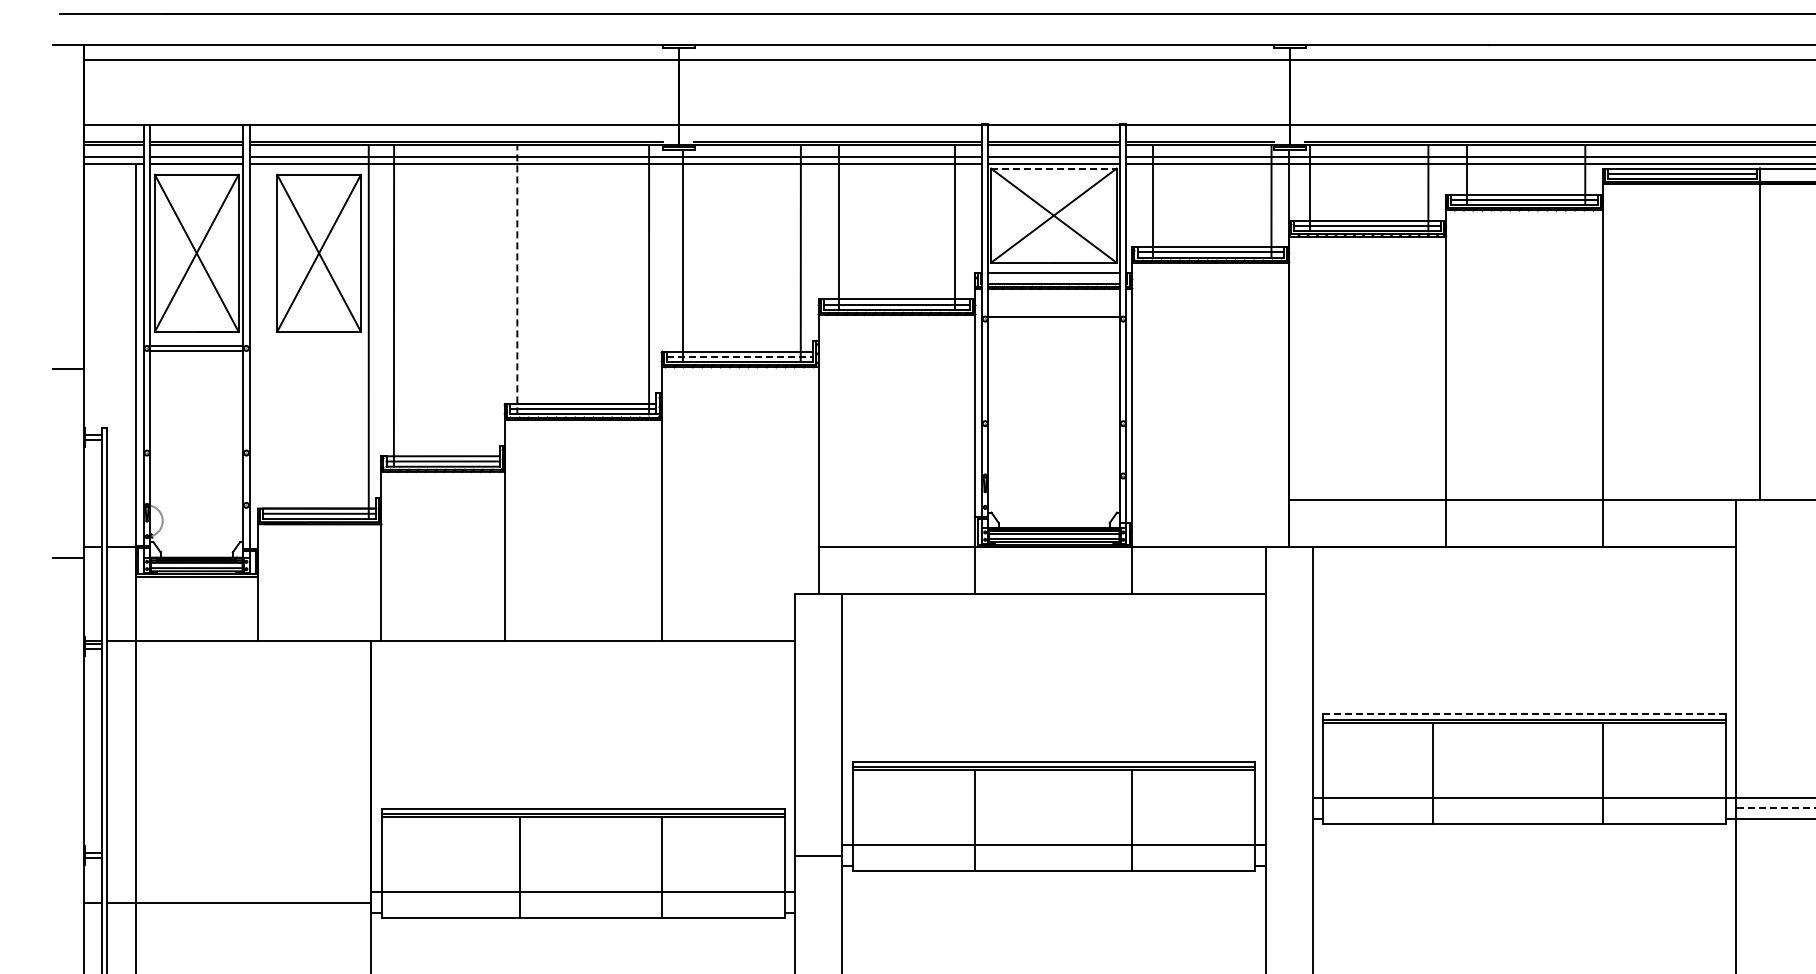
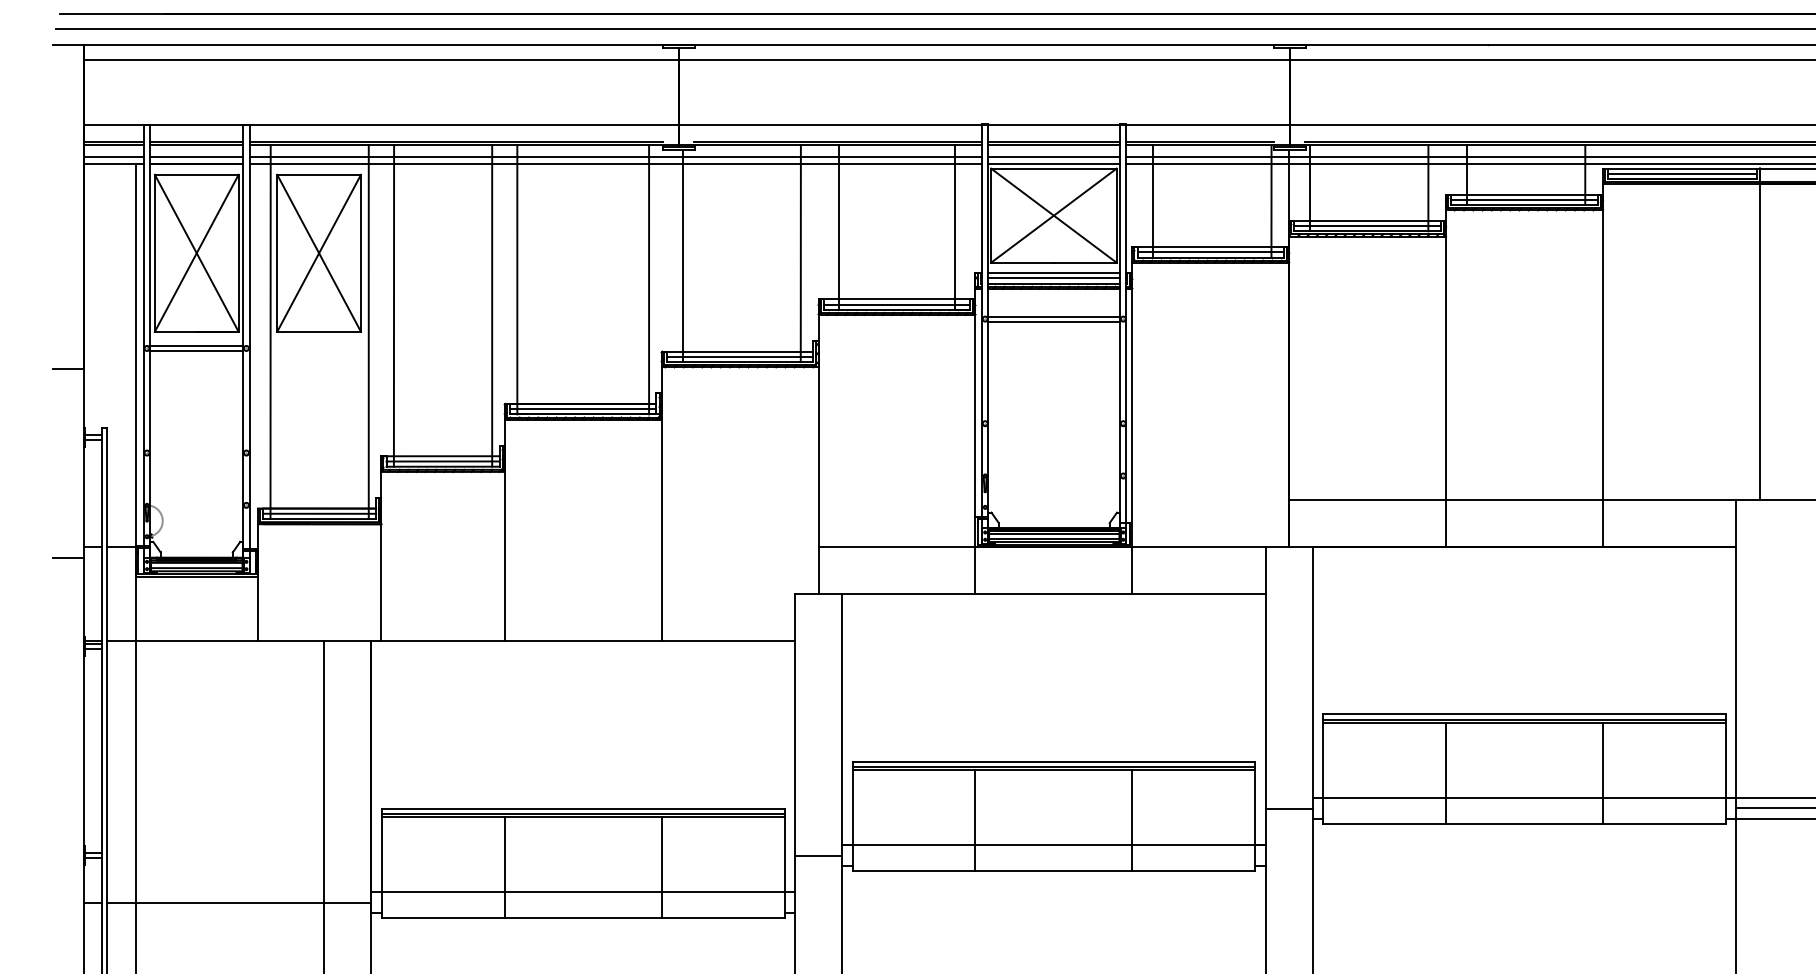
line at (934, 29): none -> present
line at (1053, 168): dashed -> solid
line at (1054, 278): none -> present
line at (517, 279): dashed -> solid
line at (492, 305): none -> present
line at (1054, 321): none -> present
line at (270, 332): none -> present
line at (740, 356): dashed -> solid
line at (1524, 714): dashed -> solid
line at (1433, 773) position: (1433, 773) -> (1446, 773)
line at (324, 805): none -> present
line at (1775, 807): dashed -> solid
line at (1288, 808): none -> present
line at (519, 867) position: (519, 867) -> (504, 867)
